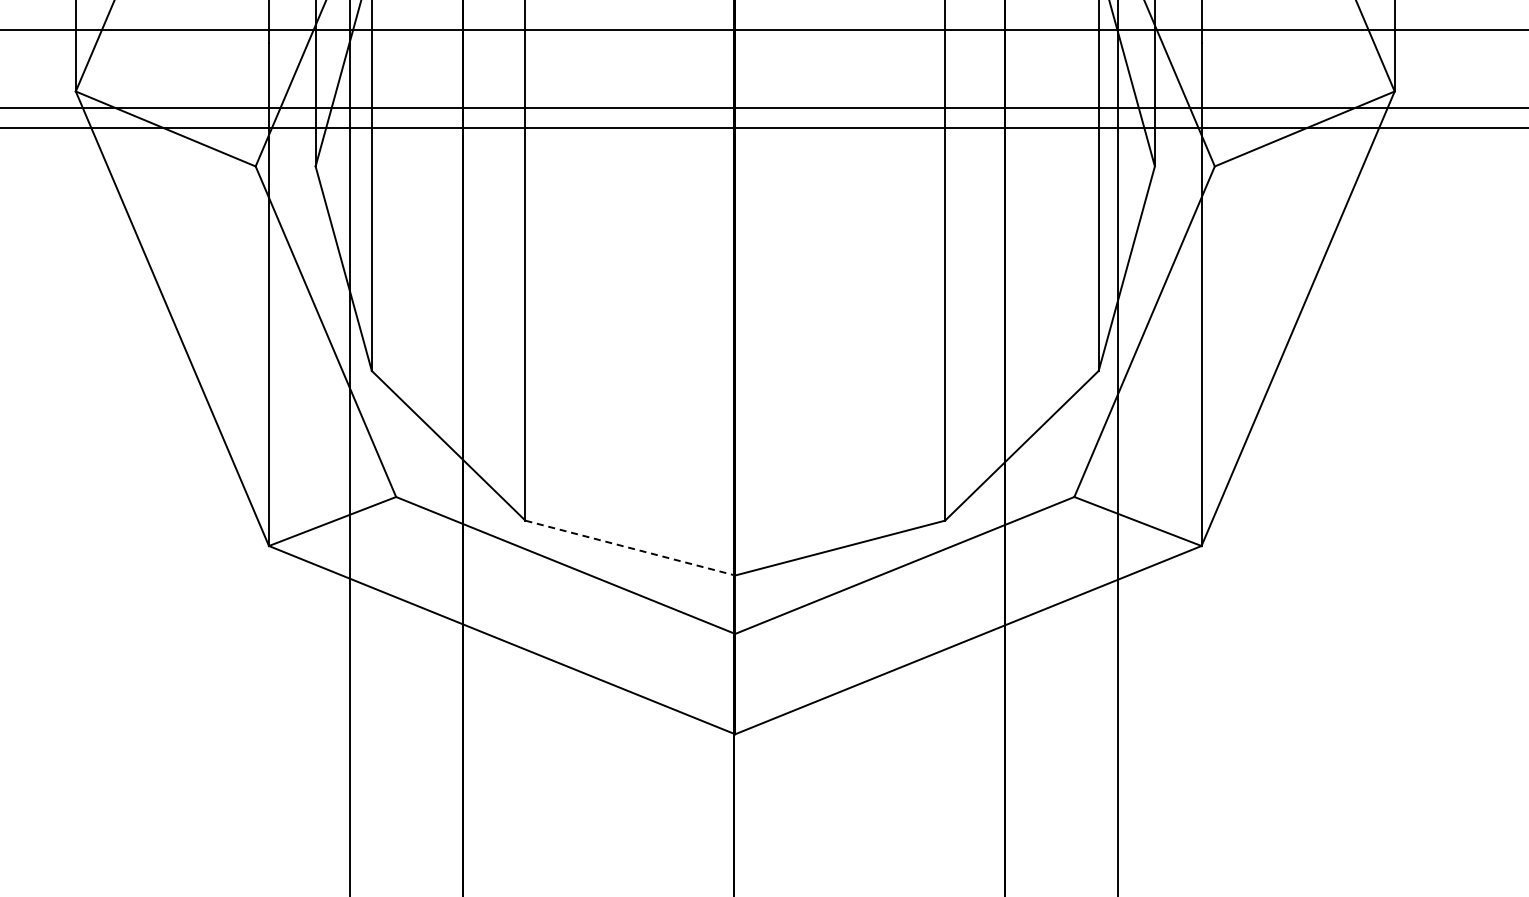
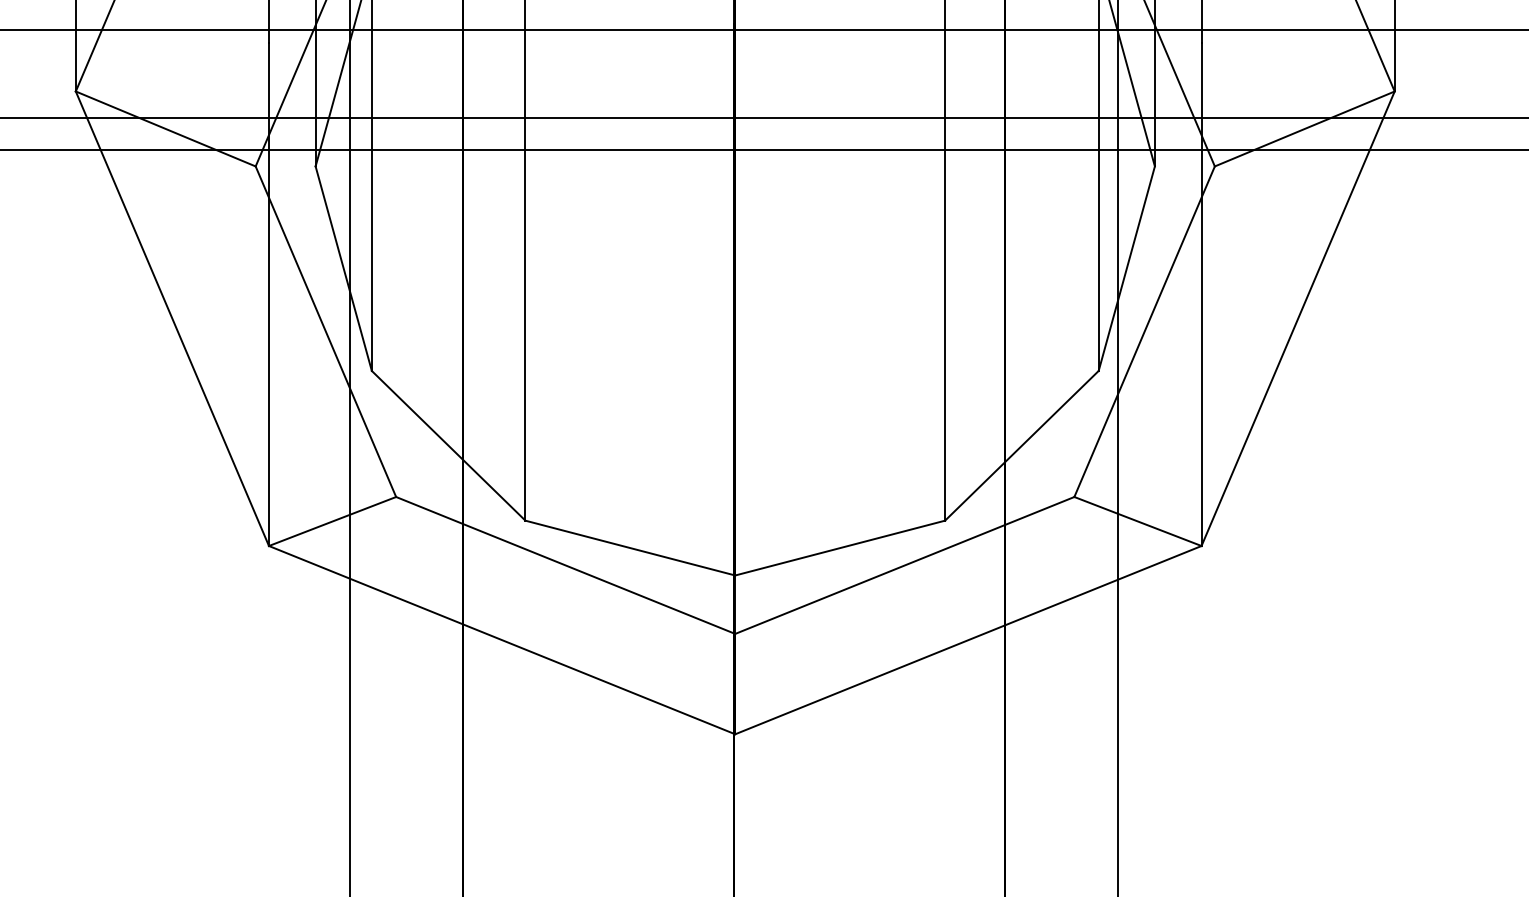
line at (763, 107) position: (763, 107) -> (763, 117)
line at (763, 127) position: (763, 127) -> (763, 149)
line at (630, 548): dashed -> solid
